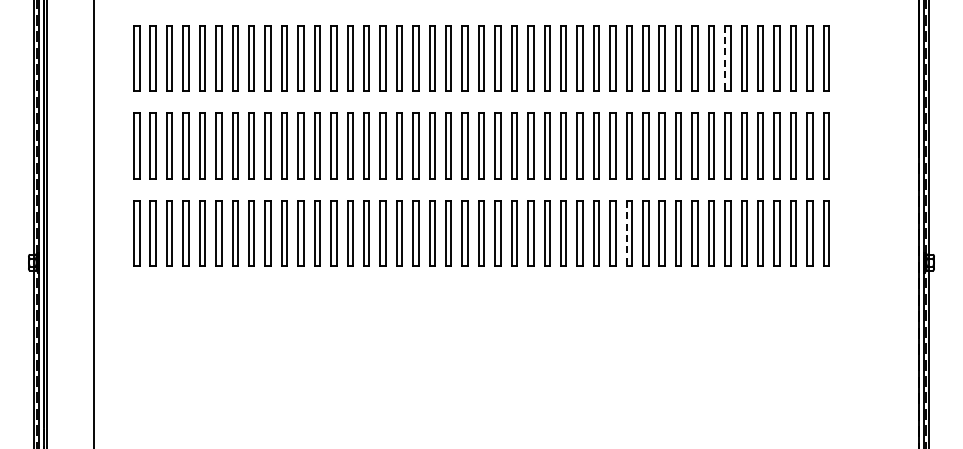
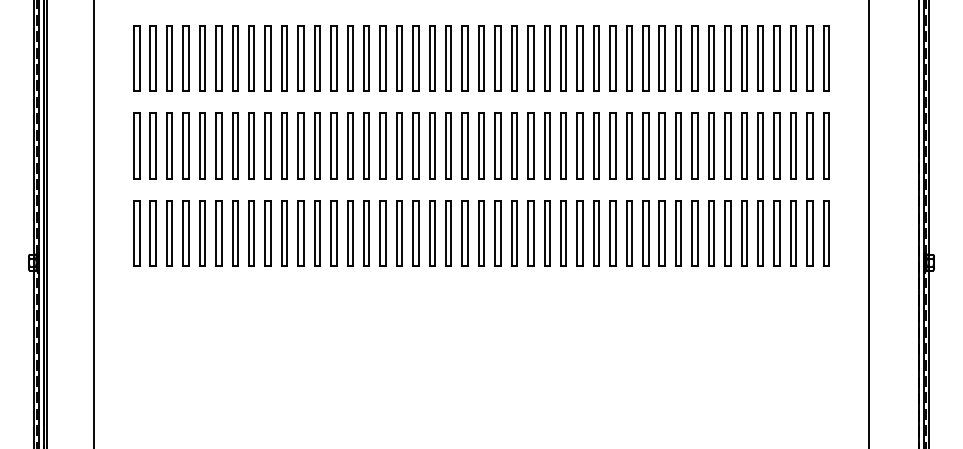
line at (725, 58): dashed -> solid
line at (869, 223): none -> present
line at (626, 233): dashed -> solid
